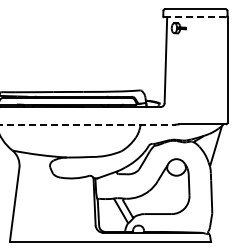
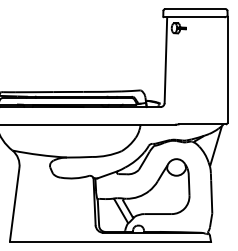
line at (194, 17): dashed -> solid
line at (88, 124): dashed -> solid
